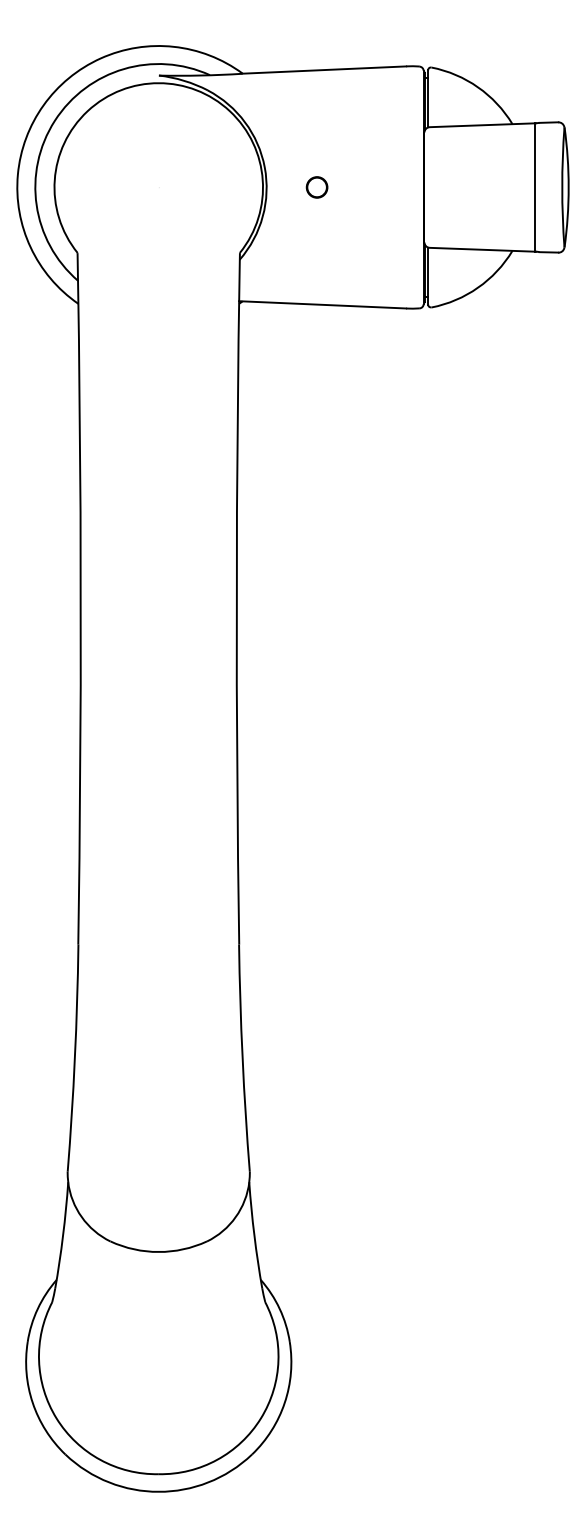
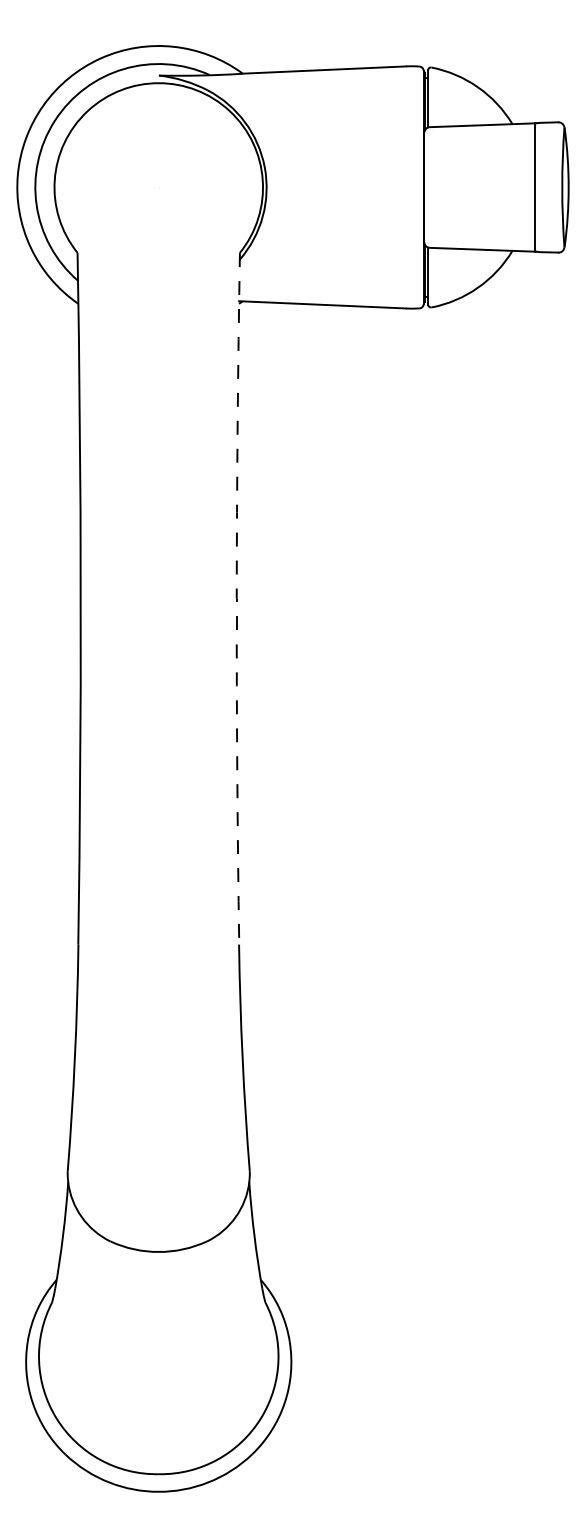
part at (316, 187): present -> none
arc at (236, 598): solid -> dashed
